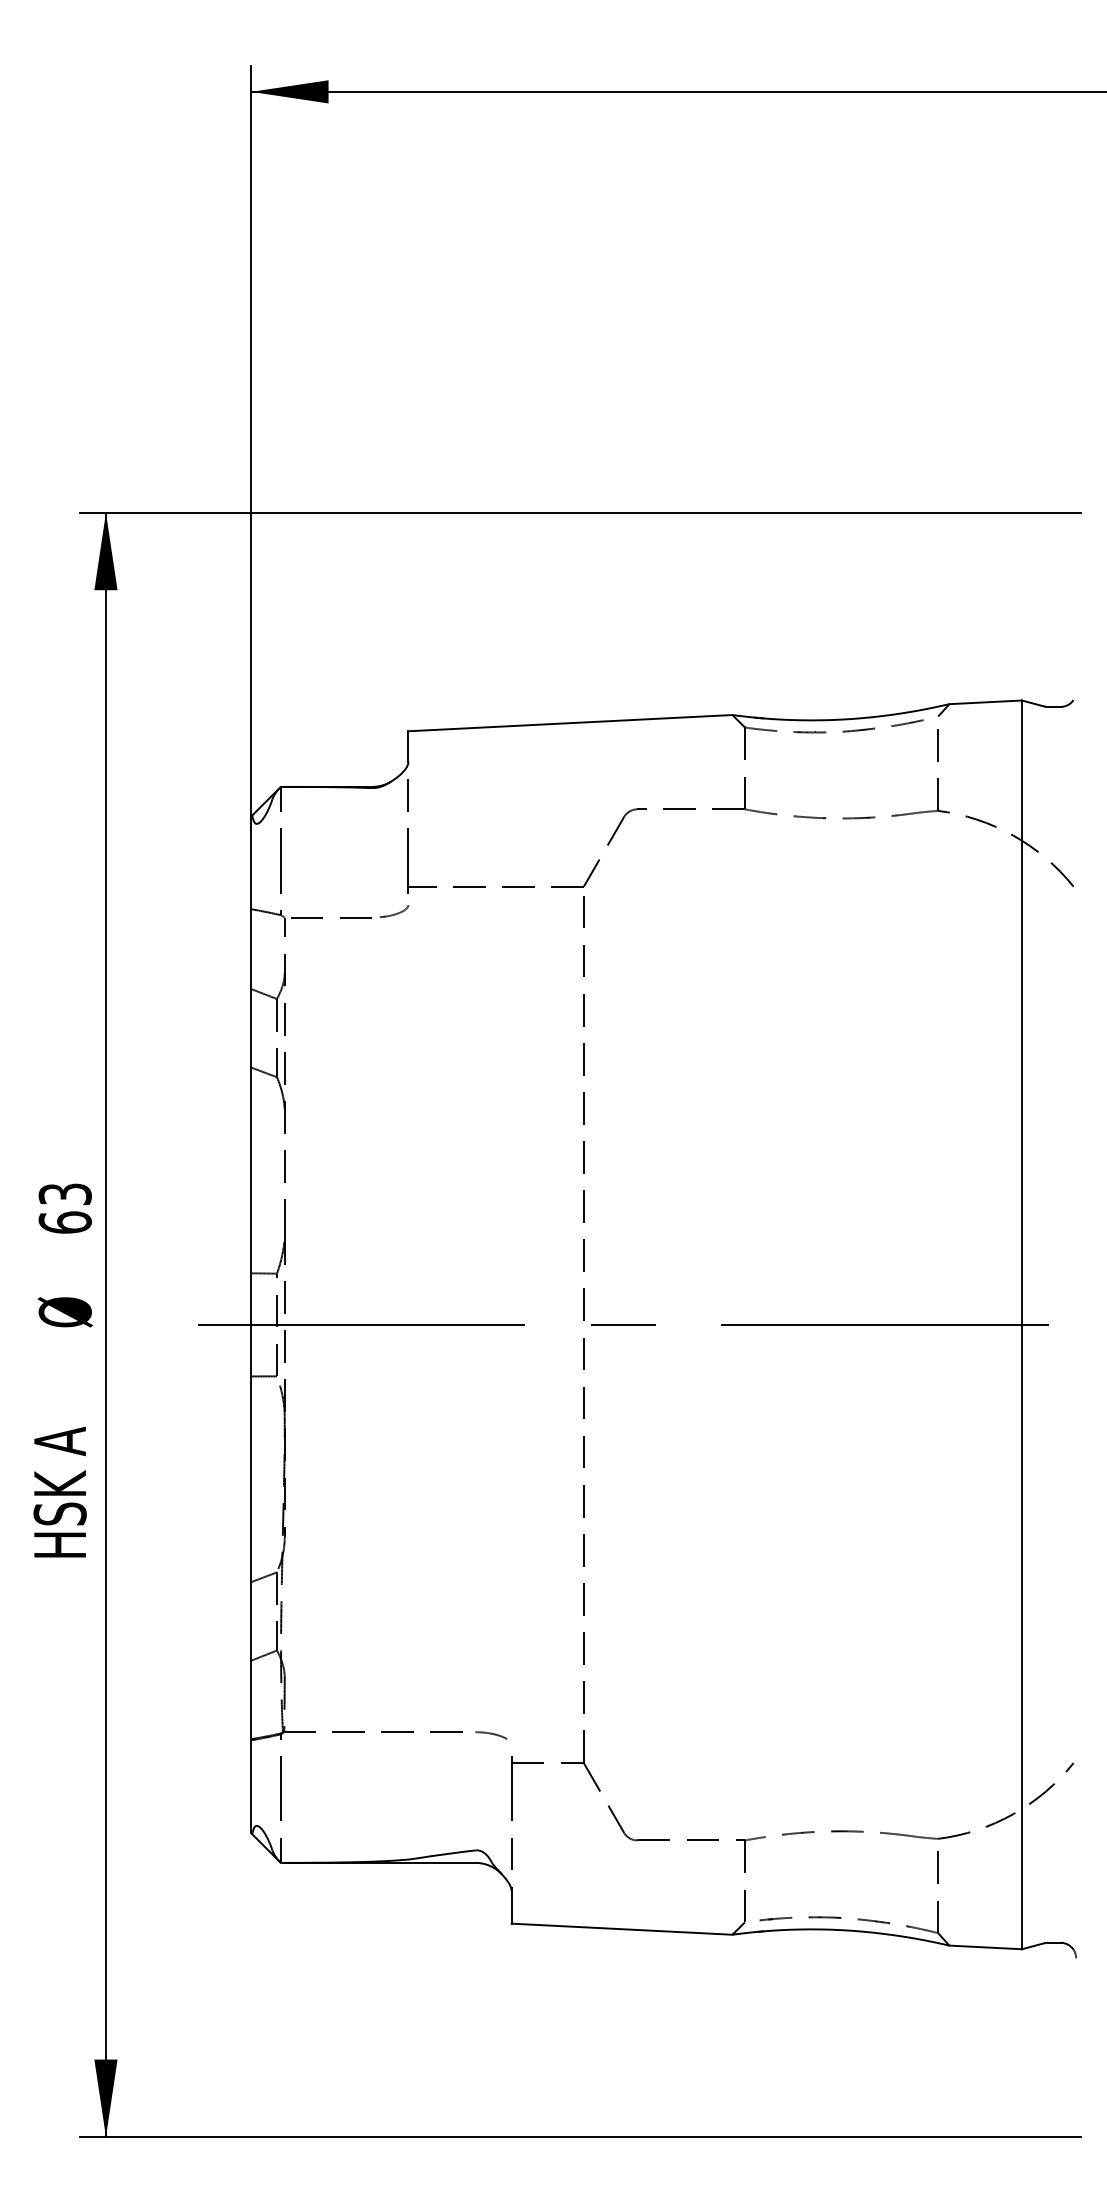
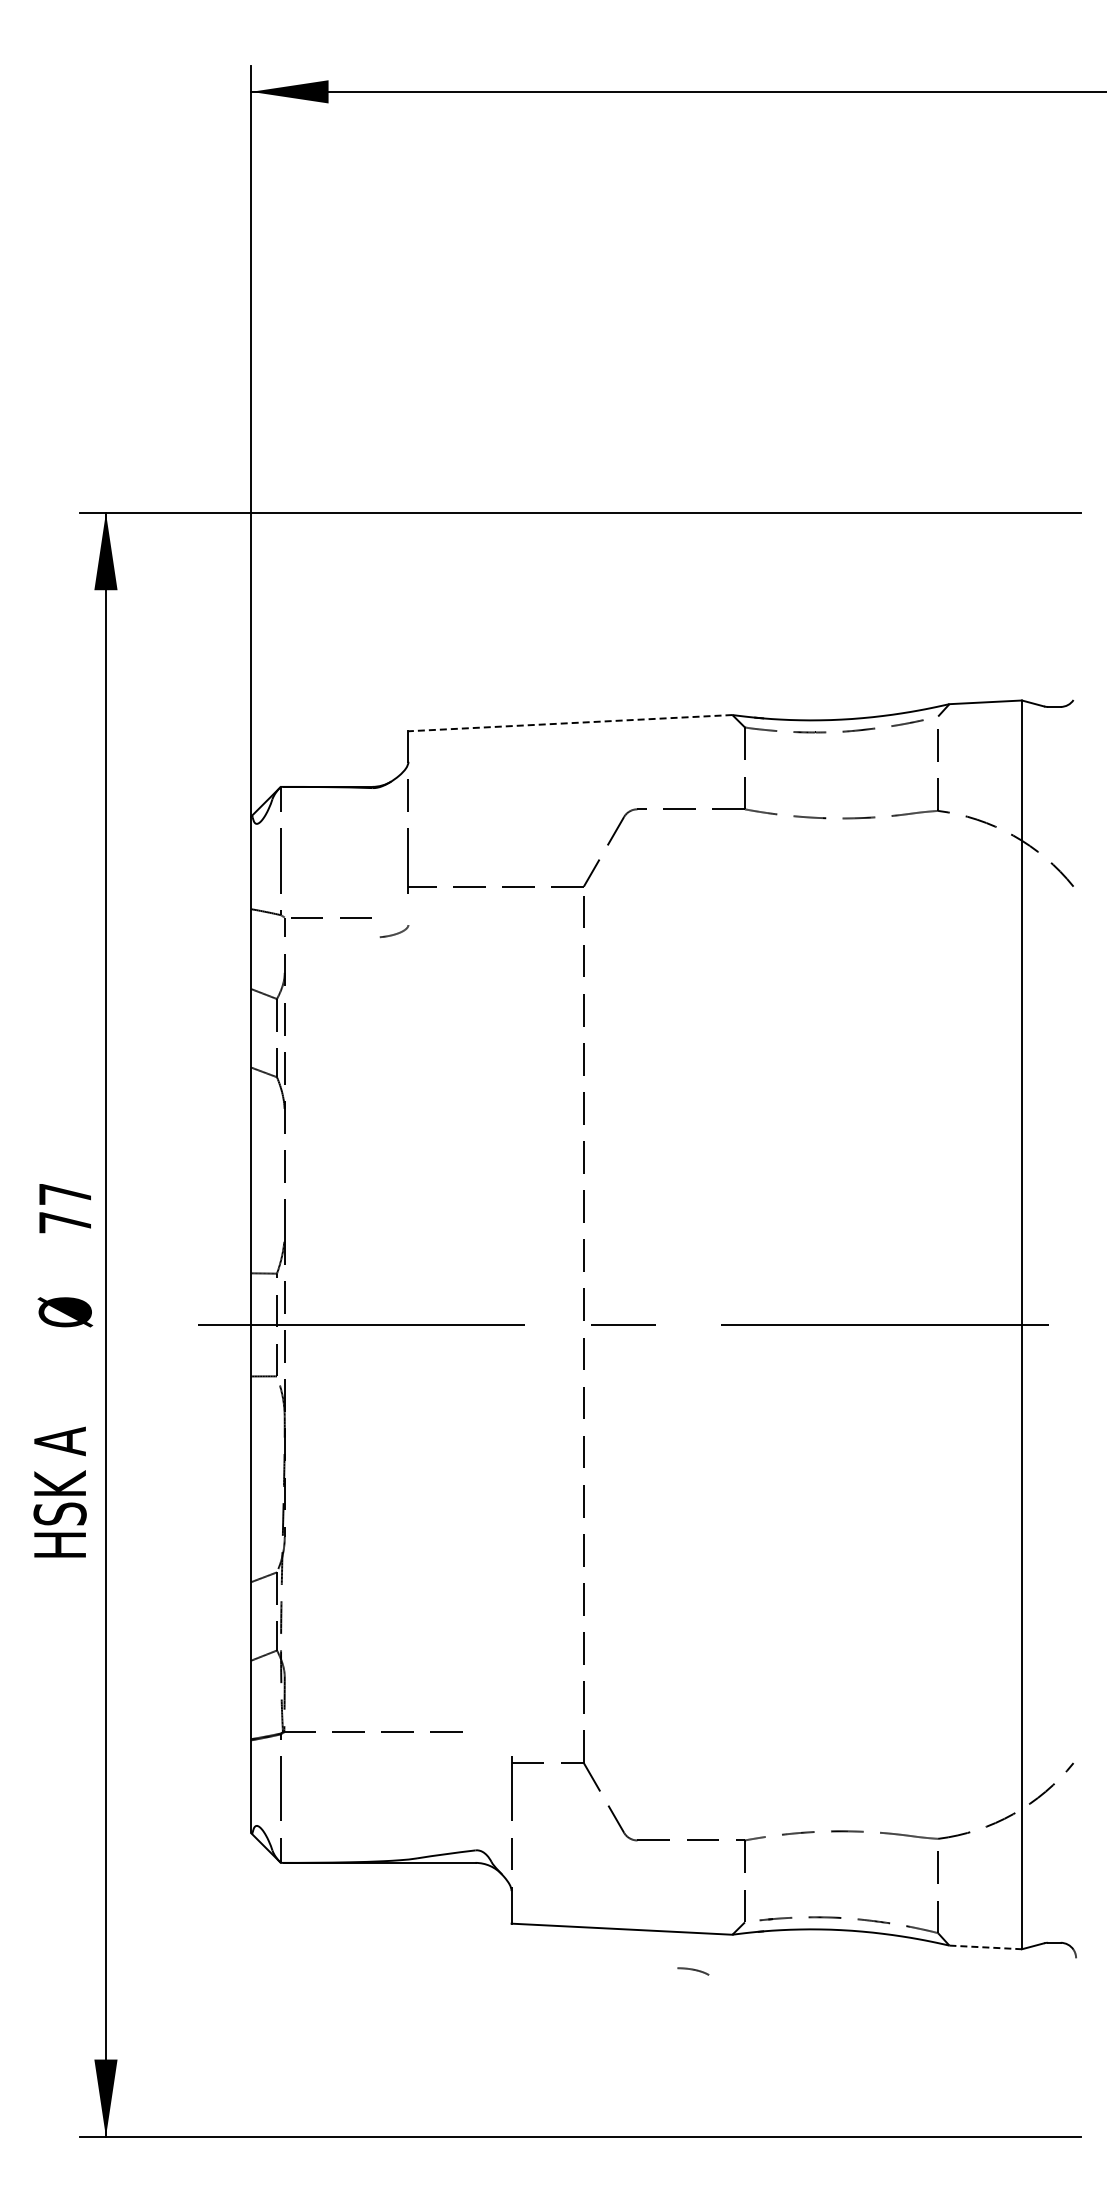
line at (569, 723): solid -> dashed
curve at (394, 913) position: (394, 913) -> (394, 933)
text at (64, 1208): 63 -> 77
curve at (491, 1734) position: (491, 1734) -> (693, 1970)
line at (986, 1947): solid -> dashed
